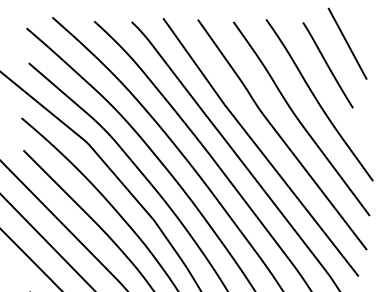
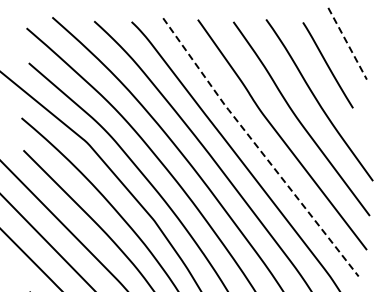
line at (347, 43): solid -> dashed
line at (258, 147): solid -> dashed
